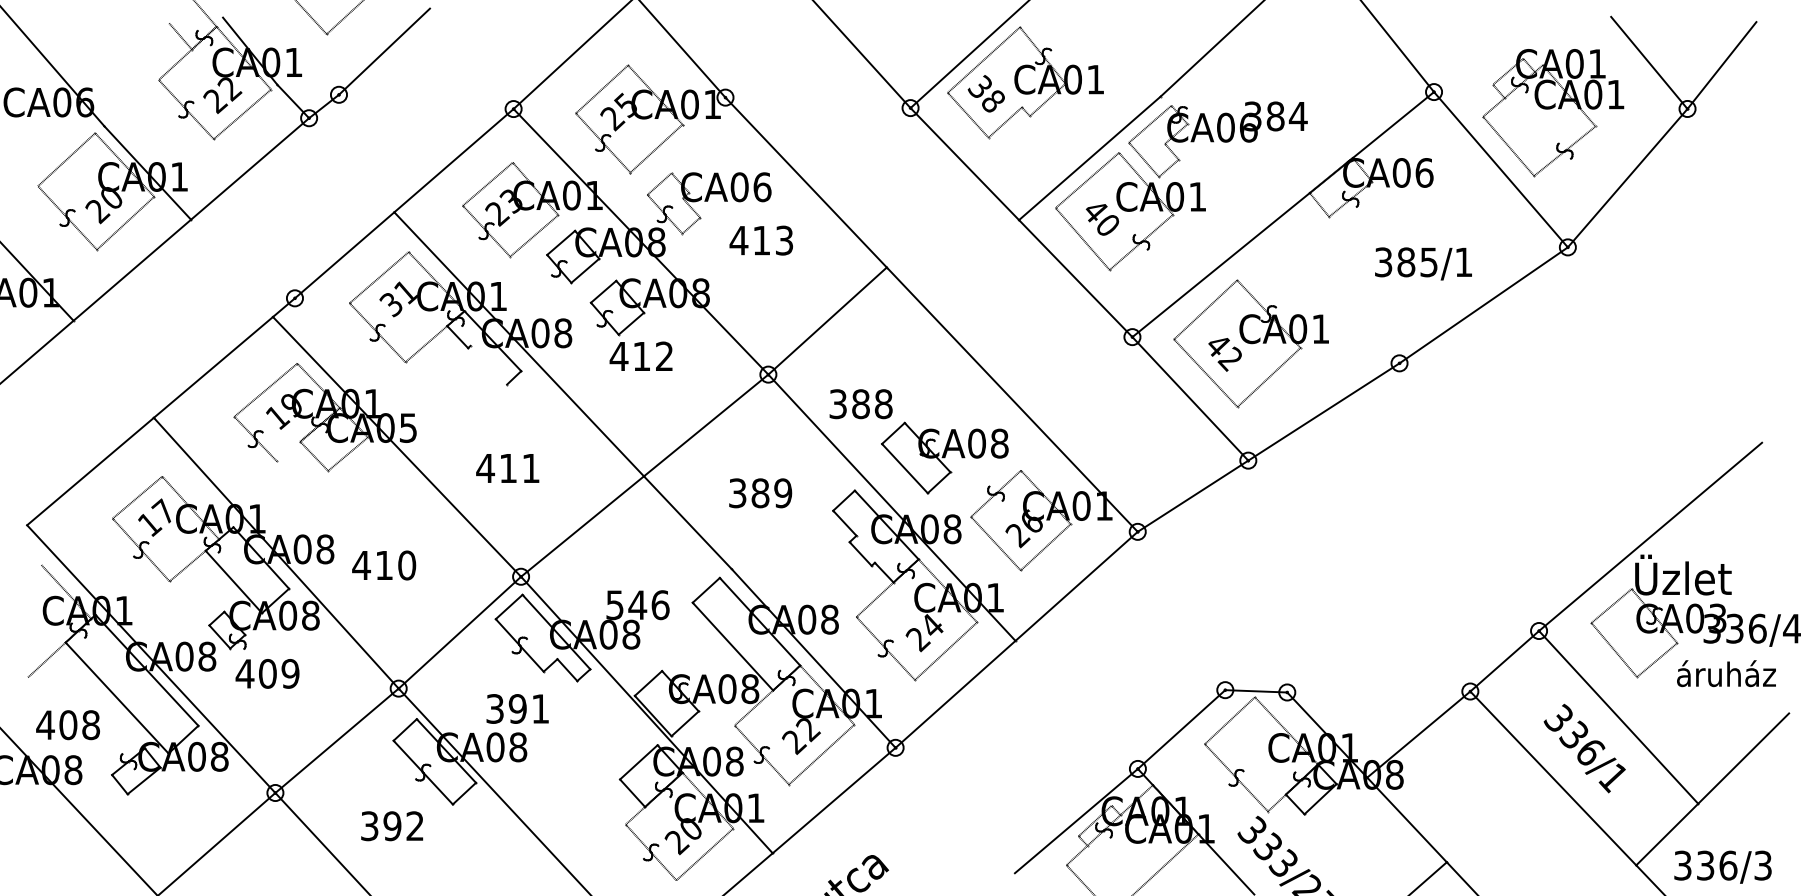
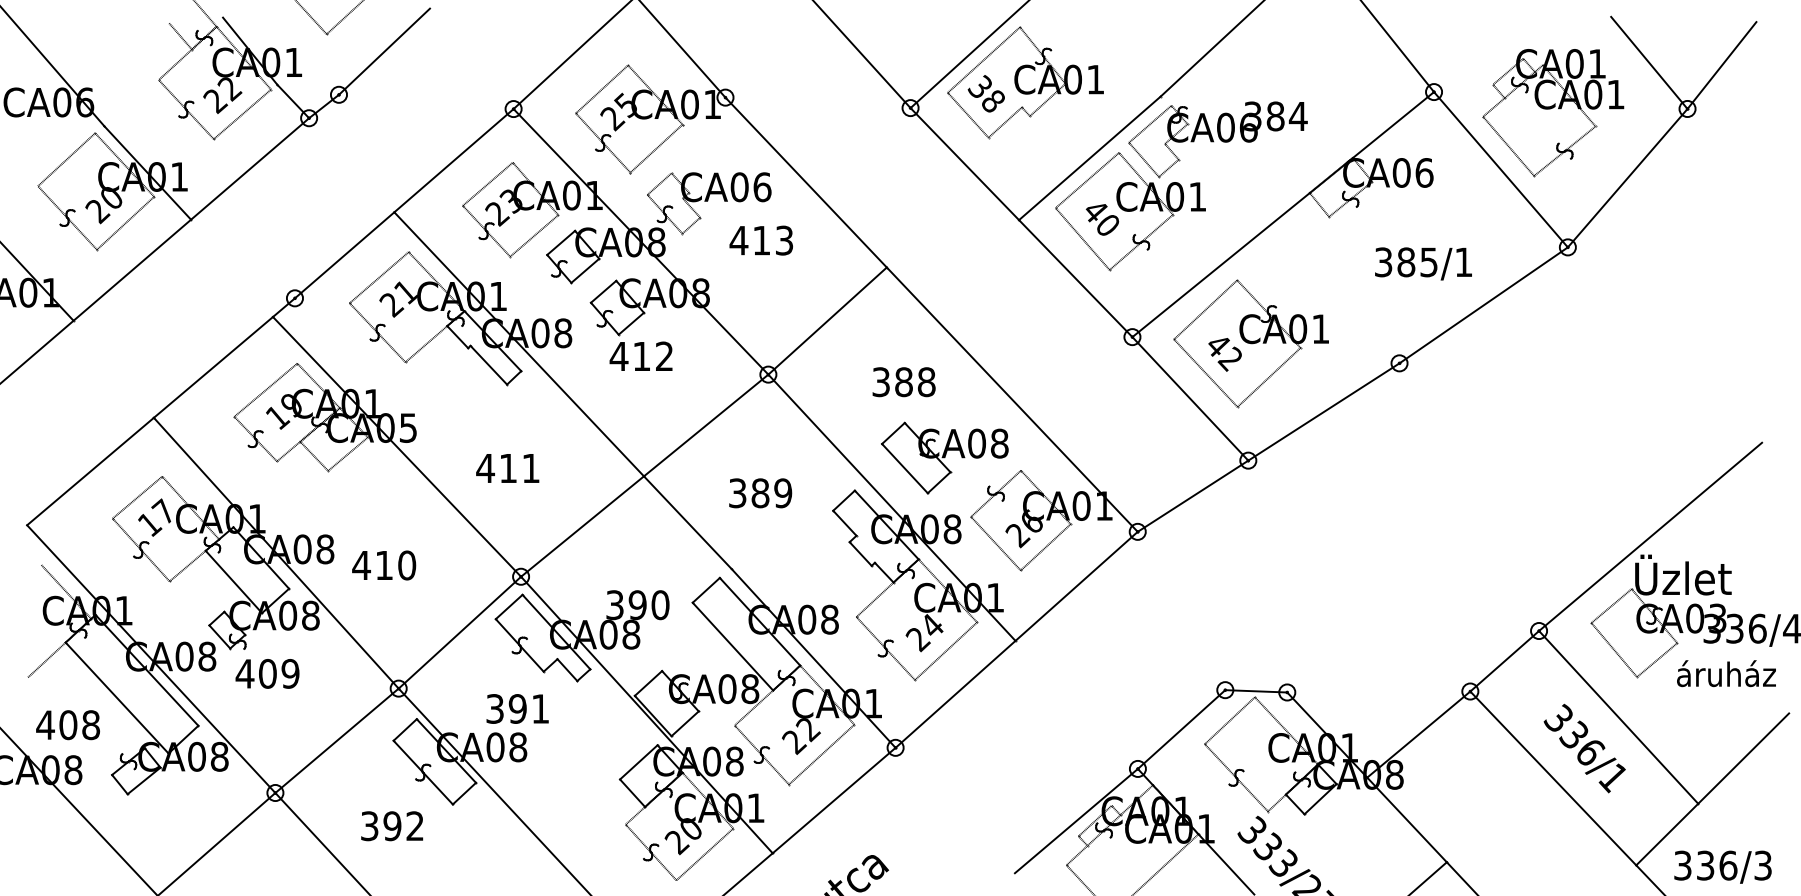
text at (391, 305): 31 -> 21
line at (488, 364): none -> present
text at (860, 404) position: (860, 404) -> (903, 382)
line at (288, 451): none -> present
text at (638, 605): 546 -> 390
